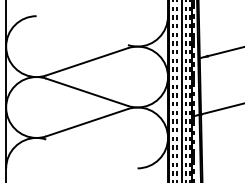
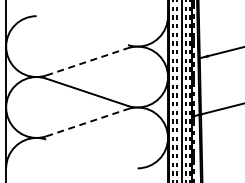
line at (87, 61): solid -> dashed
line at (87, 122): solid -> dashed
